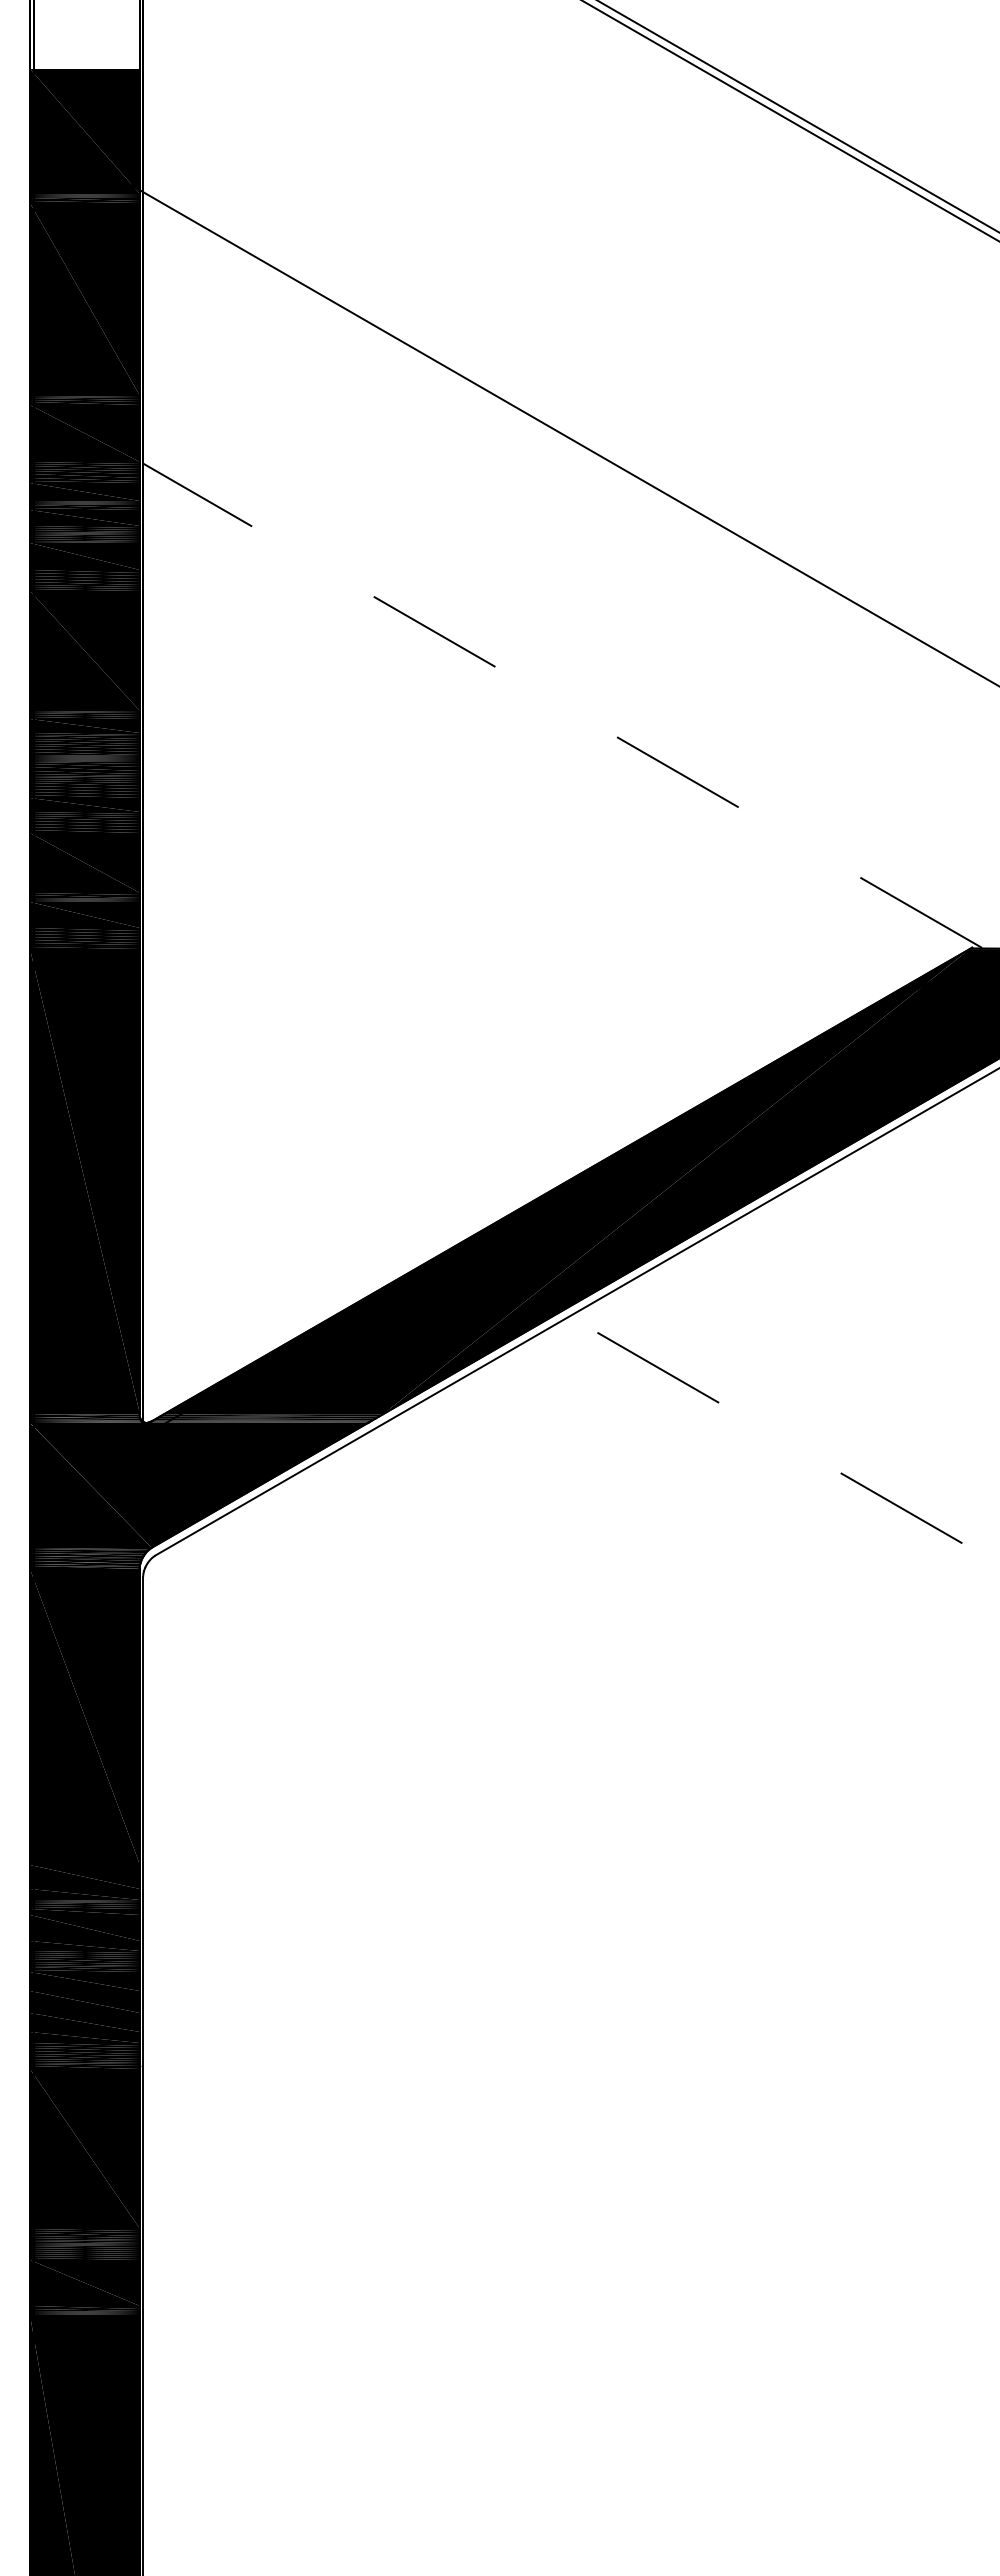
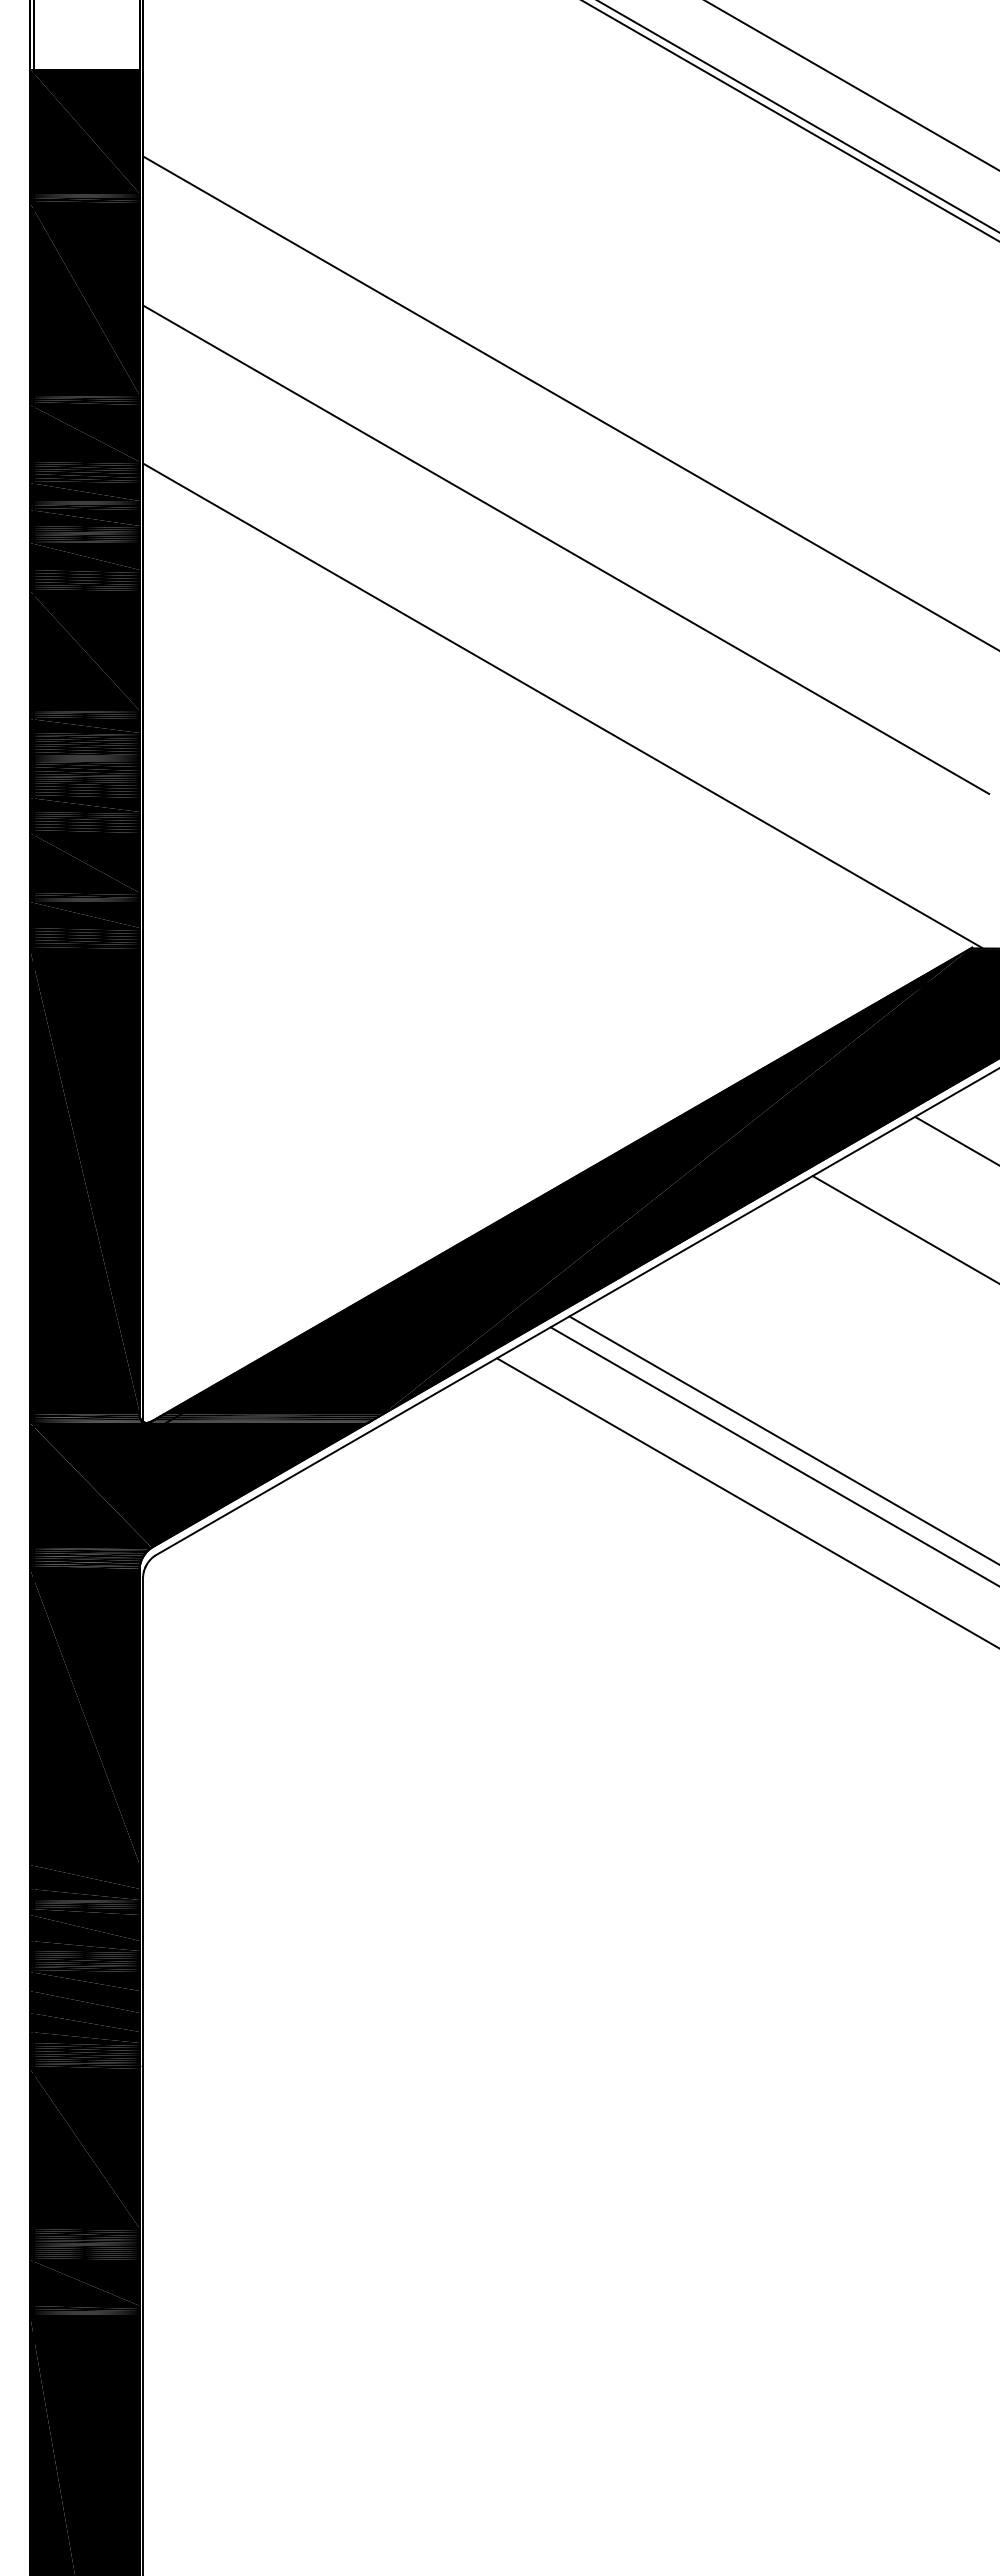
line at (851, 85): none -> present
line at (562, 433) position: (562, 433) -> (569, 402)
line at (566, 549): none -> present
line at (562, 705): dashed -> solid
line at (955, 1139): none -> present
line at (904, 1229): none -> present
line at (784, 1440): dashed -> solid
line at (773, 1455): none -> present
line at (746, 1502): none -> present
